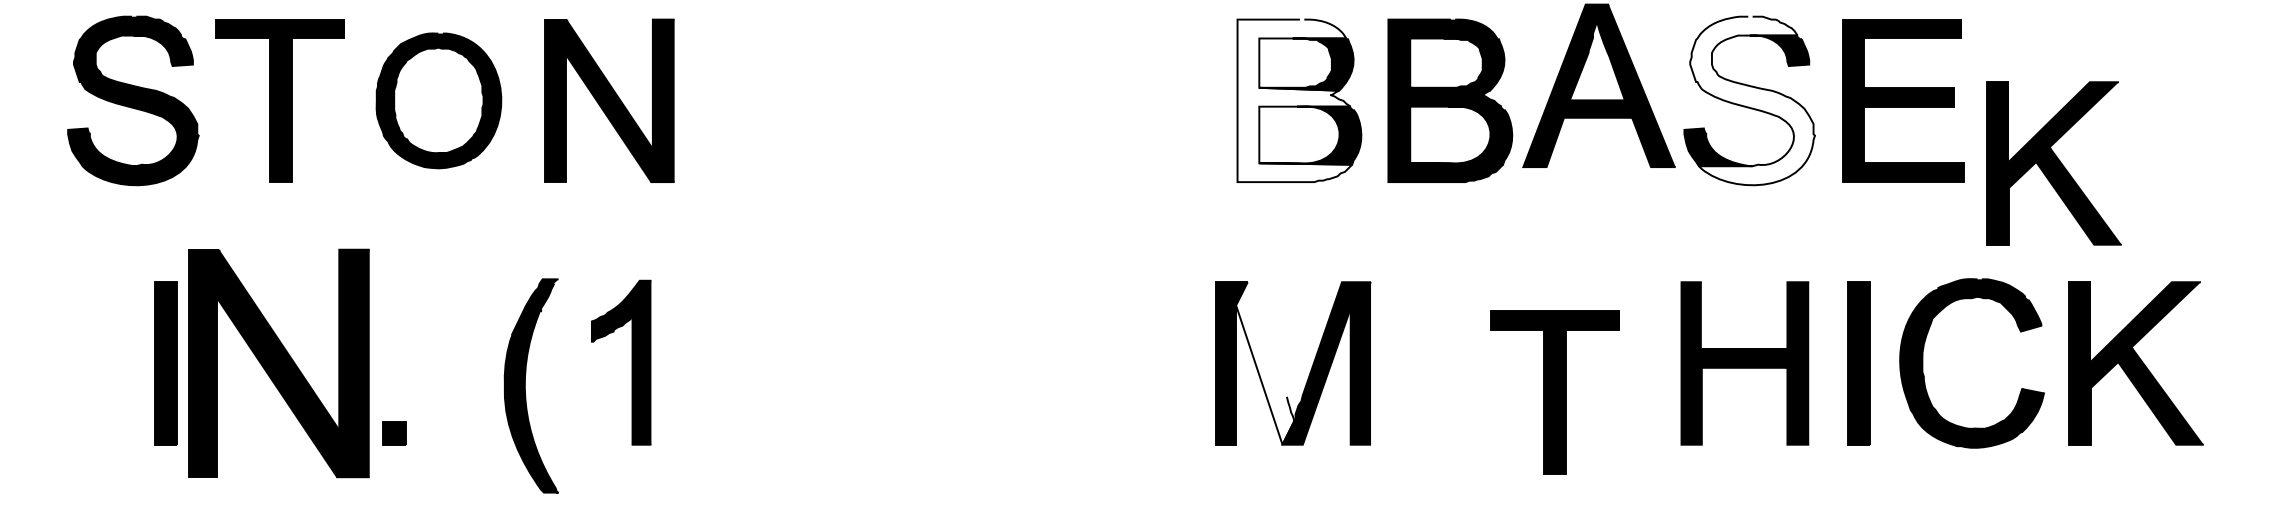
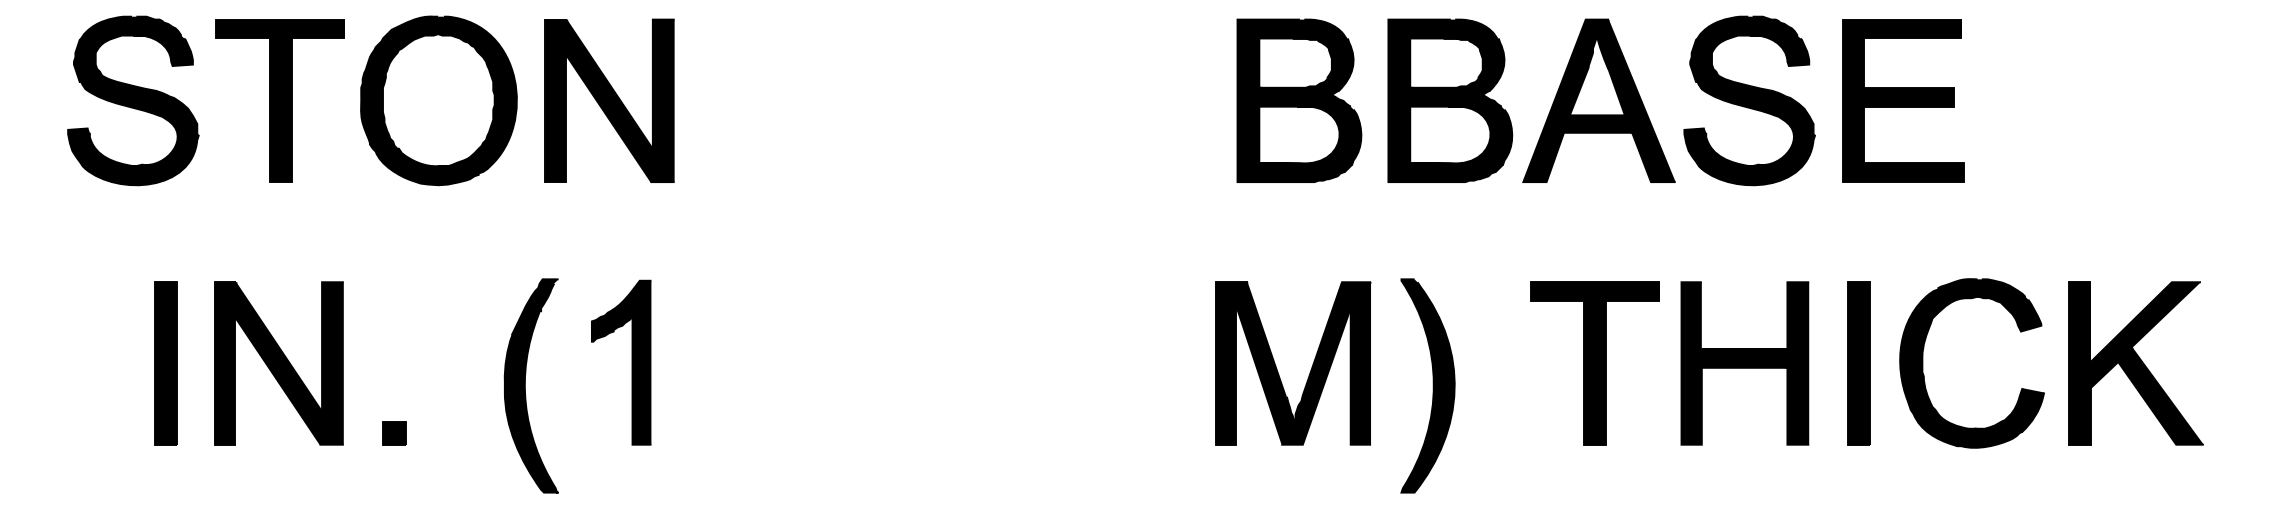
part at (1598, 85) position: (1598, 85) -> (1598, 100)
part at (438, 100) size: 128x138 px -> 158x172 px
fill at (1294, 100): none -> present
fill at (1752, 100): none -> present
part at (2053, 163): present -> none
part at (278, 363) size: 182x231 px -> 130x165 px
fill at (1265, 363): none -> present
part at (1427, 385): none -> present
part at (1554, 392) position: (1554, 392) -> (1594, 363)
